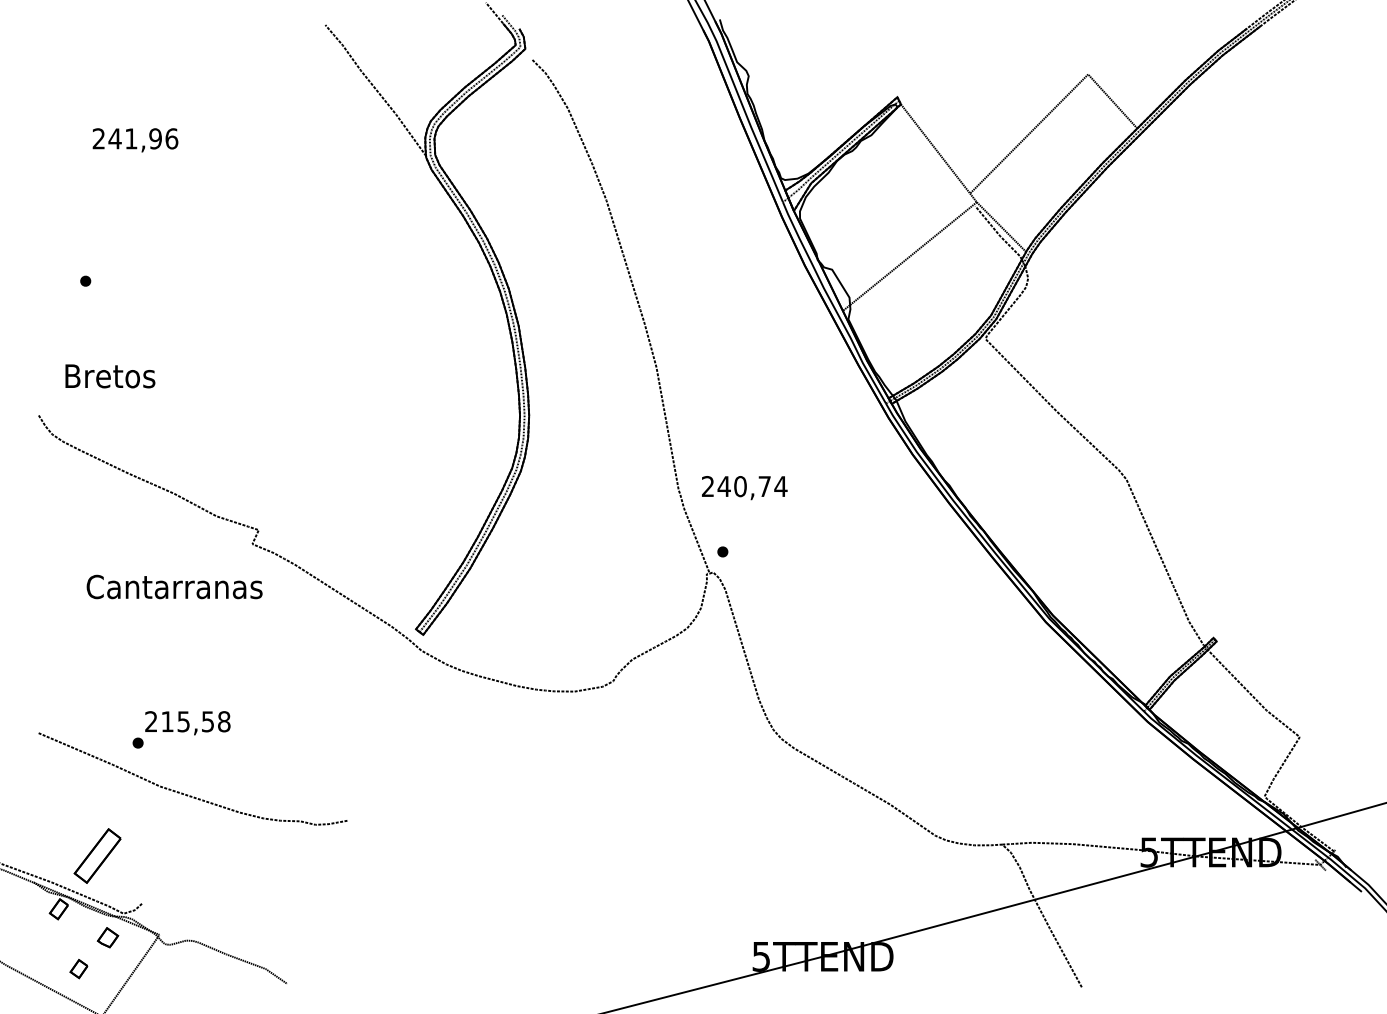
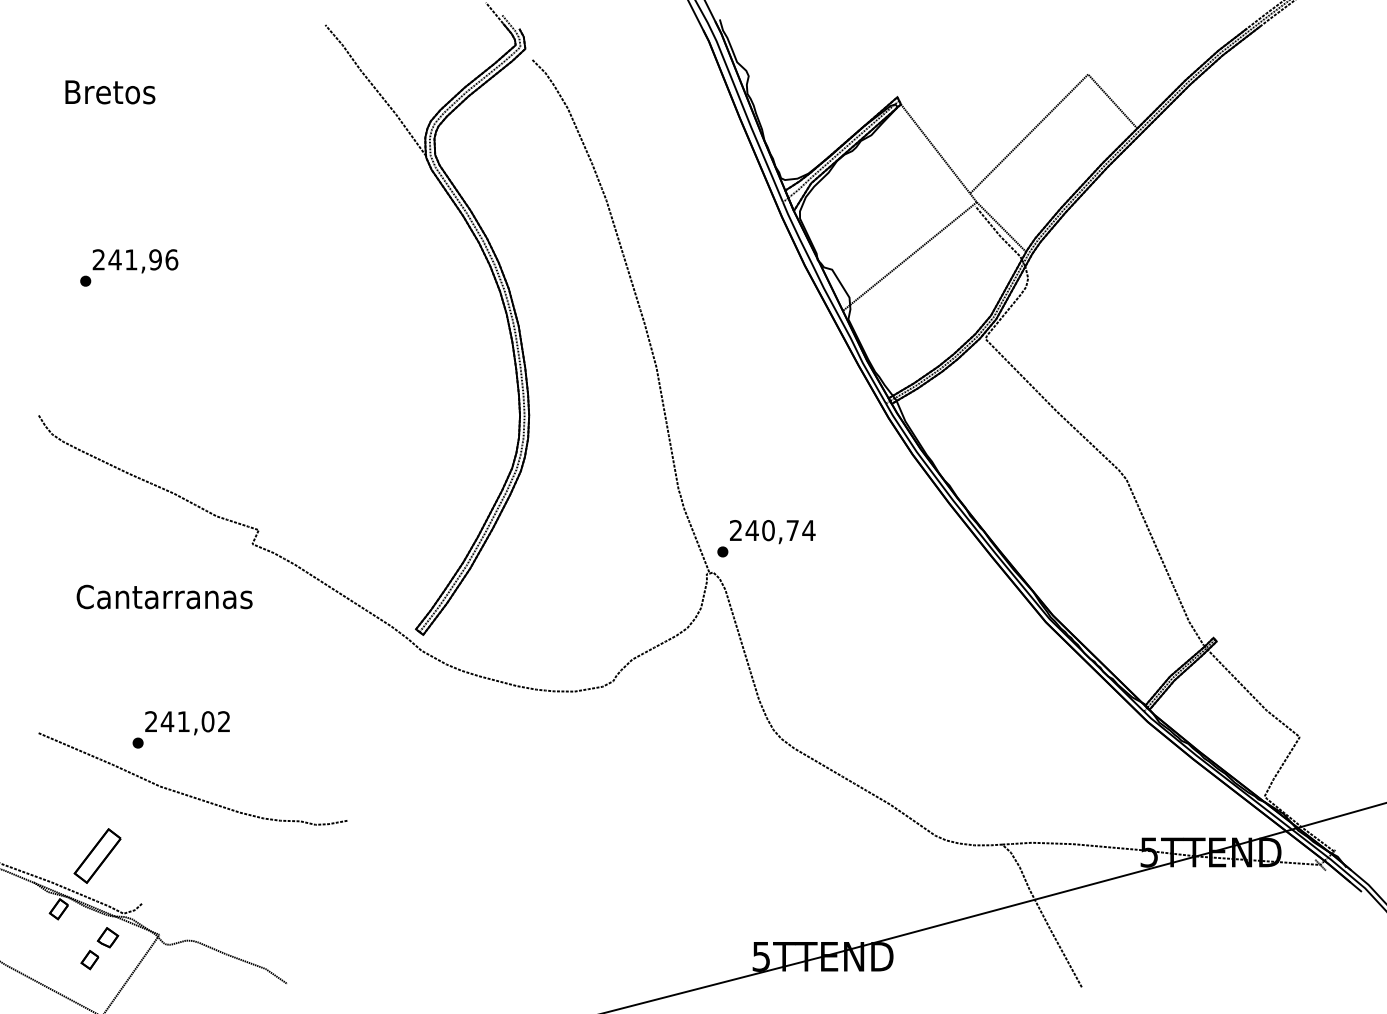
text at (135, 140) position: (135, 140) -> (135, 261)
text at (110, 376) position: (110, 376) -> (110, 92)
text at (744, 488) position: (744, 488) -> (772, 532)
text at (174, 586) position: (174, 586) -> (164, 596)
text at (195, 721): 215,58 -> 241,02
part at (78, 969) position: (78, 969) -> (89, 960)
